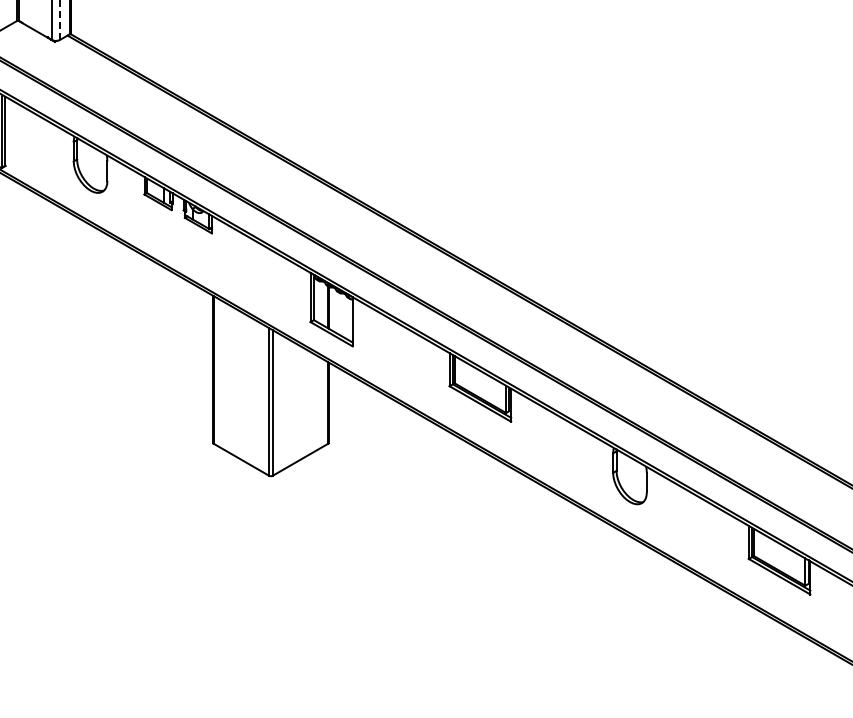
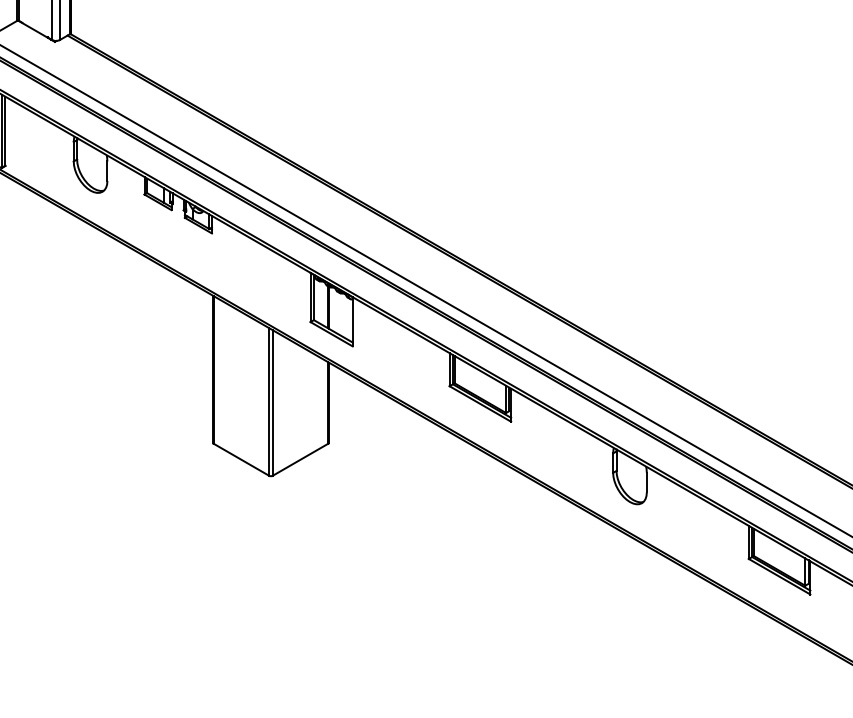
line at (59, 20): dashed -> solid
line at (425, 290): none -> present
